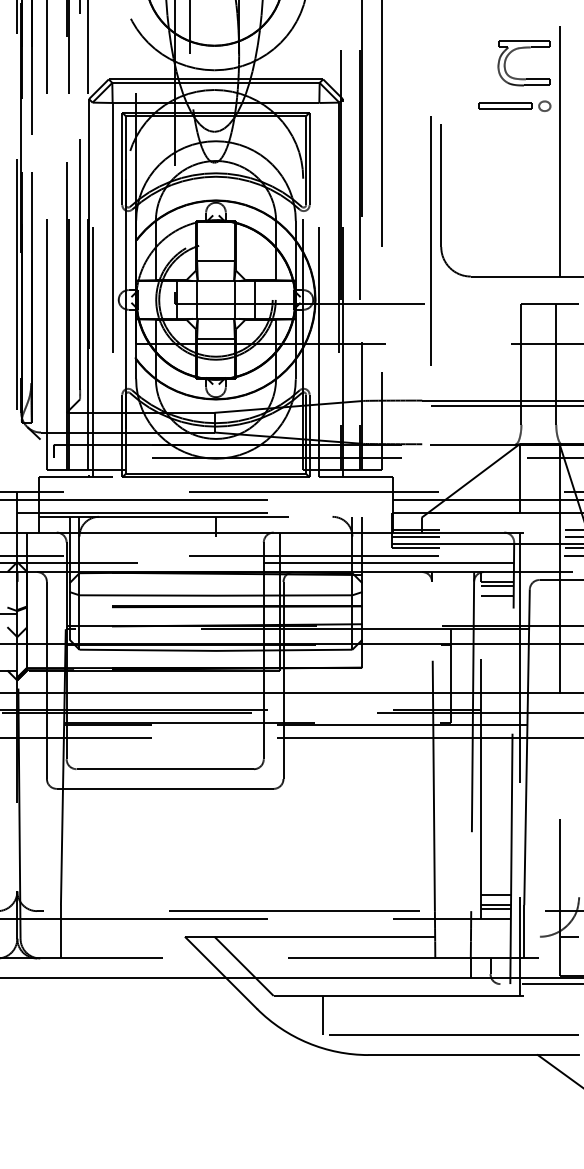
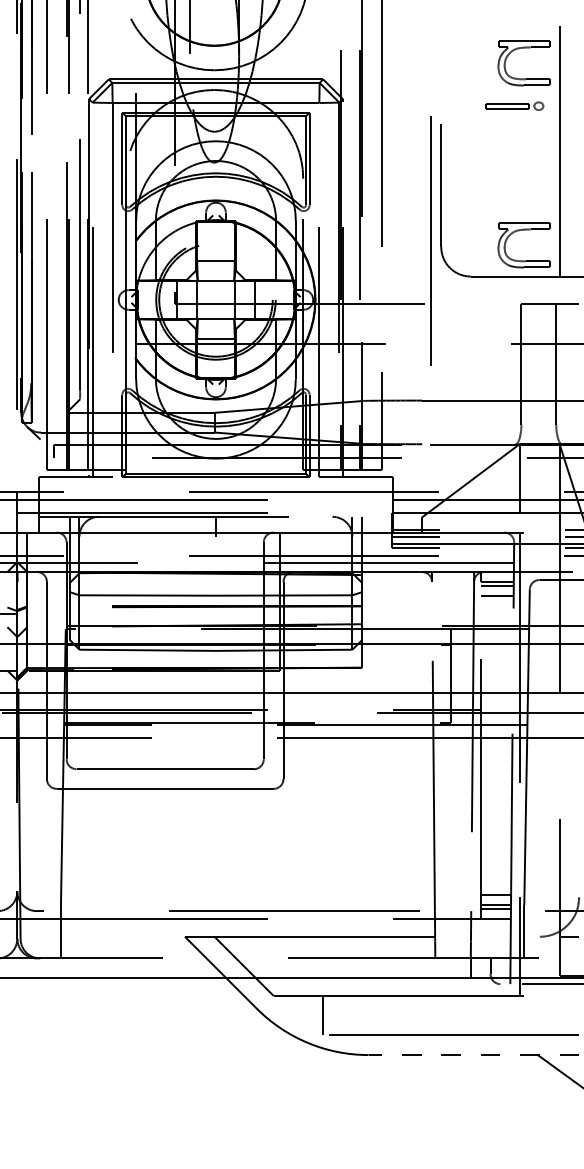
part at (514, 105) size: 74x12 px -> 60x10 px
part at (519, 231): none -> present
line at (505, 406): present -> none
line at (473, 1055): solid -> dashed
